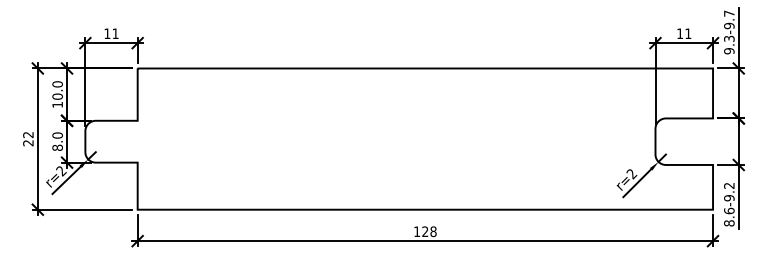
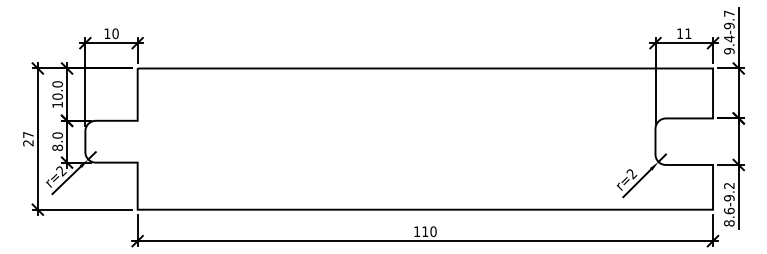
text at (115, 33): 11 -> 10
text at (729, 38): 9.3-9.7 -> 9.4-9.7
text at (28, 135): 22 -> 27
text at (429, 231): 128 -> 110
